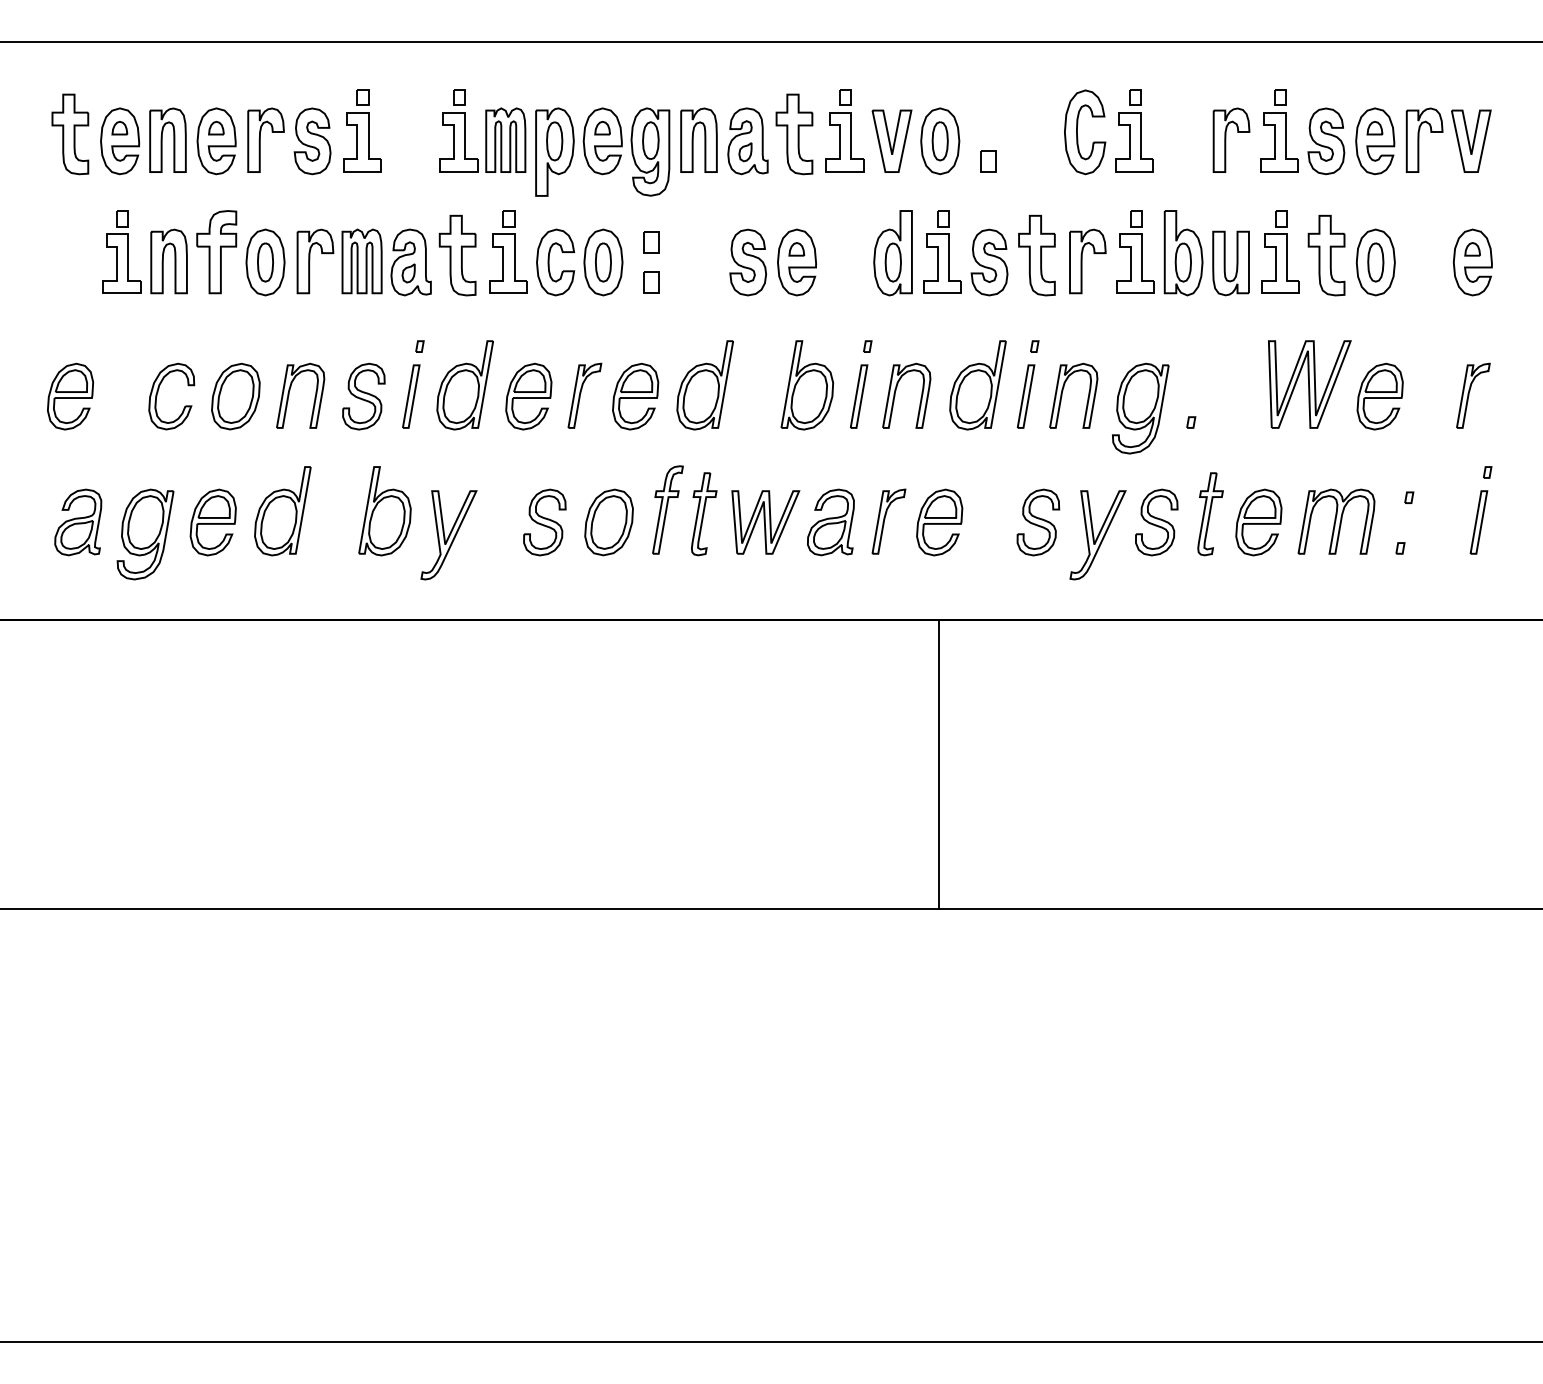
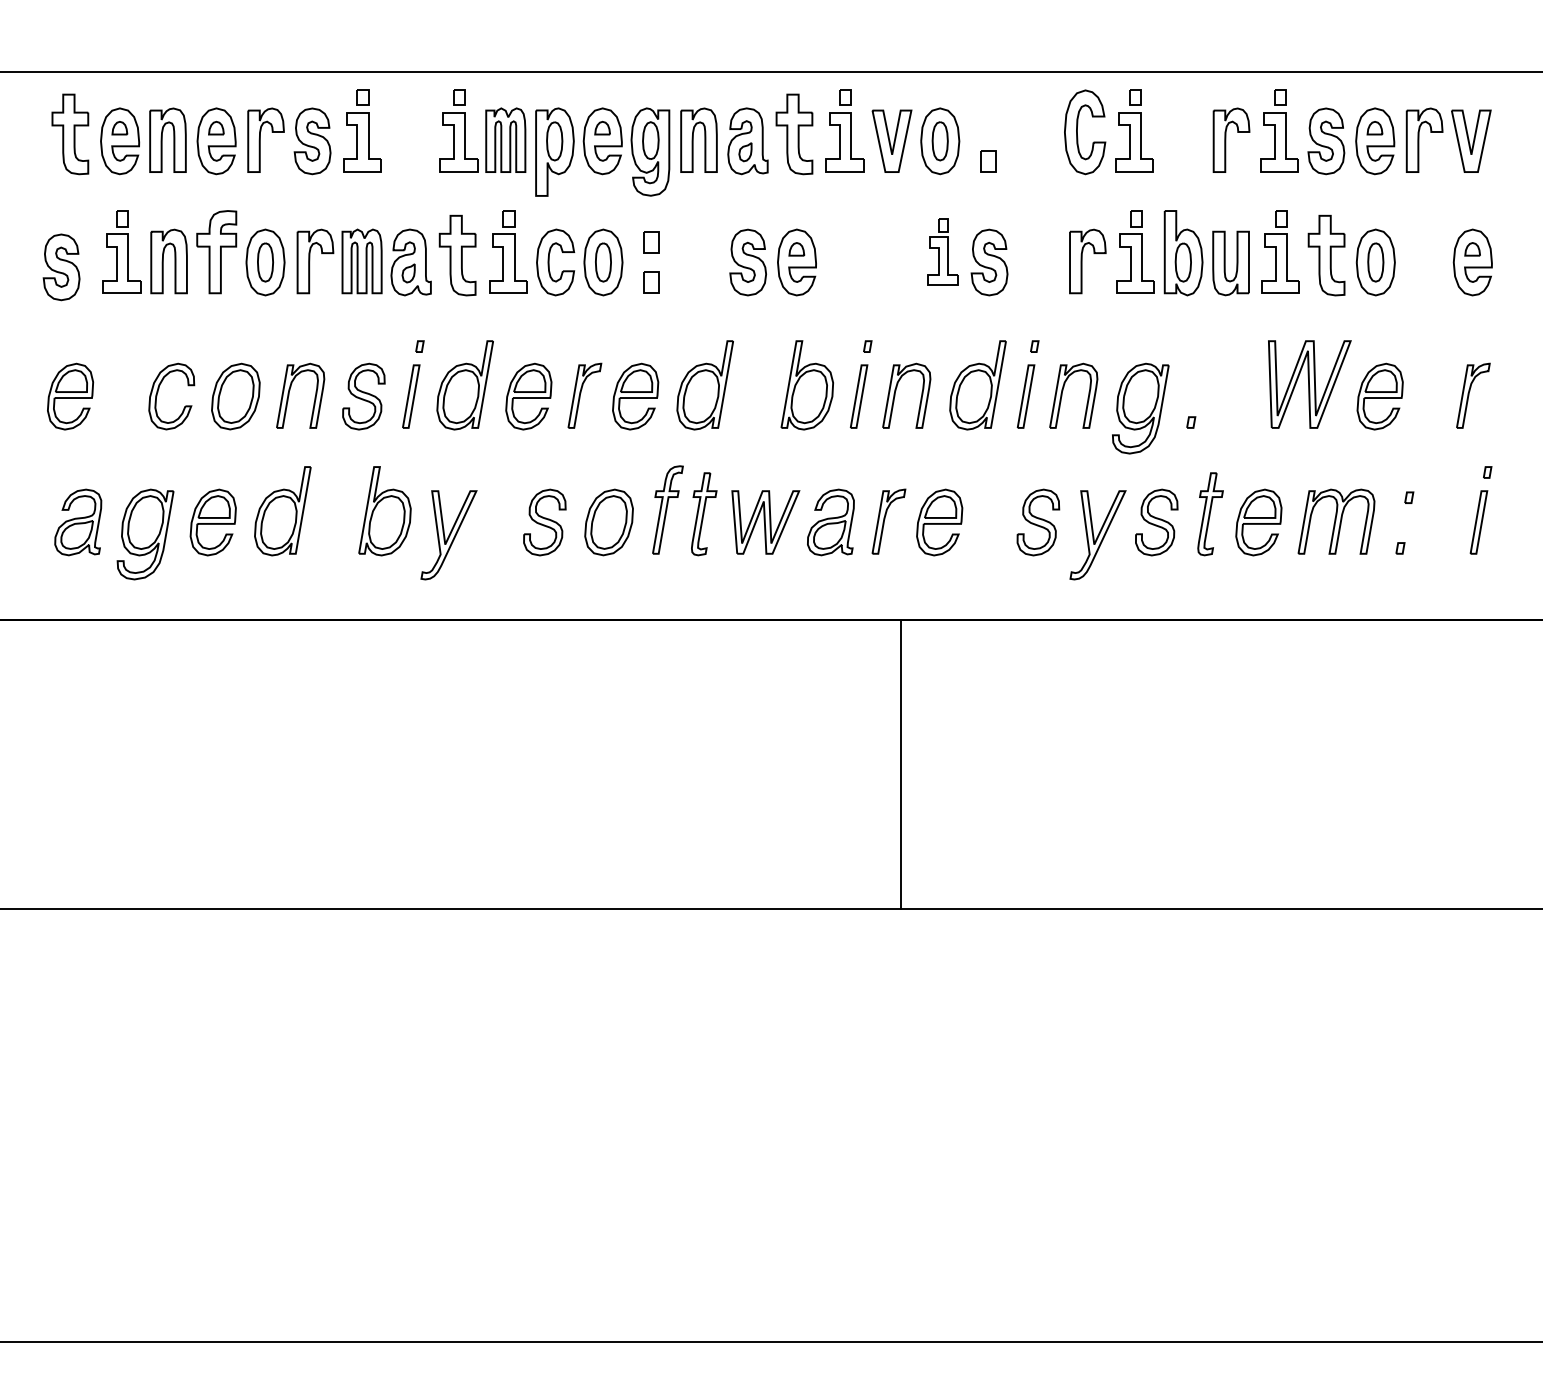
line at (770, 41) position: (770, 41) -> (770, 71)
part at (942, 251) size: 39x84 px -> 32x68 px
part at (892, 253): present -> none
part at (1036, 255): present -> none
part at (61, 267): none -> present
line at (938, 763) position: (938, 763) -> (900, 763)
